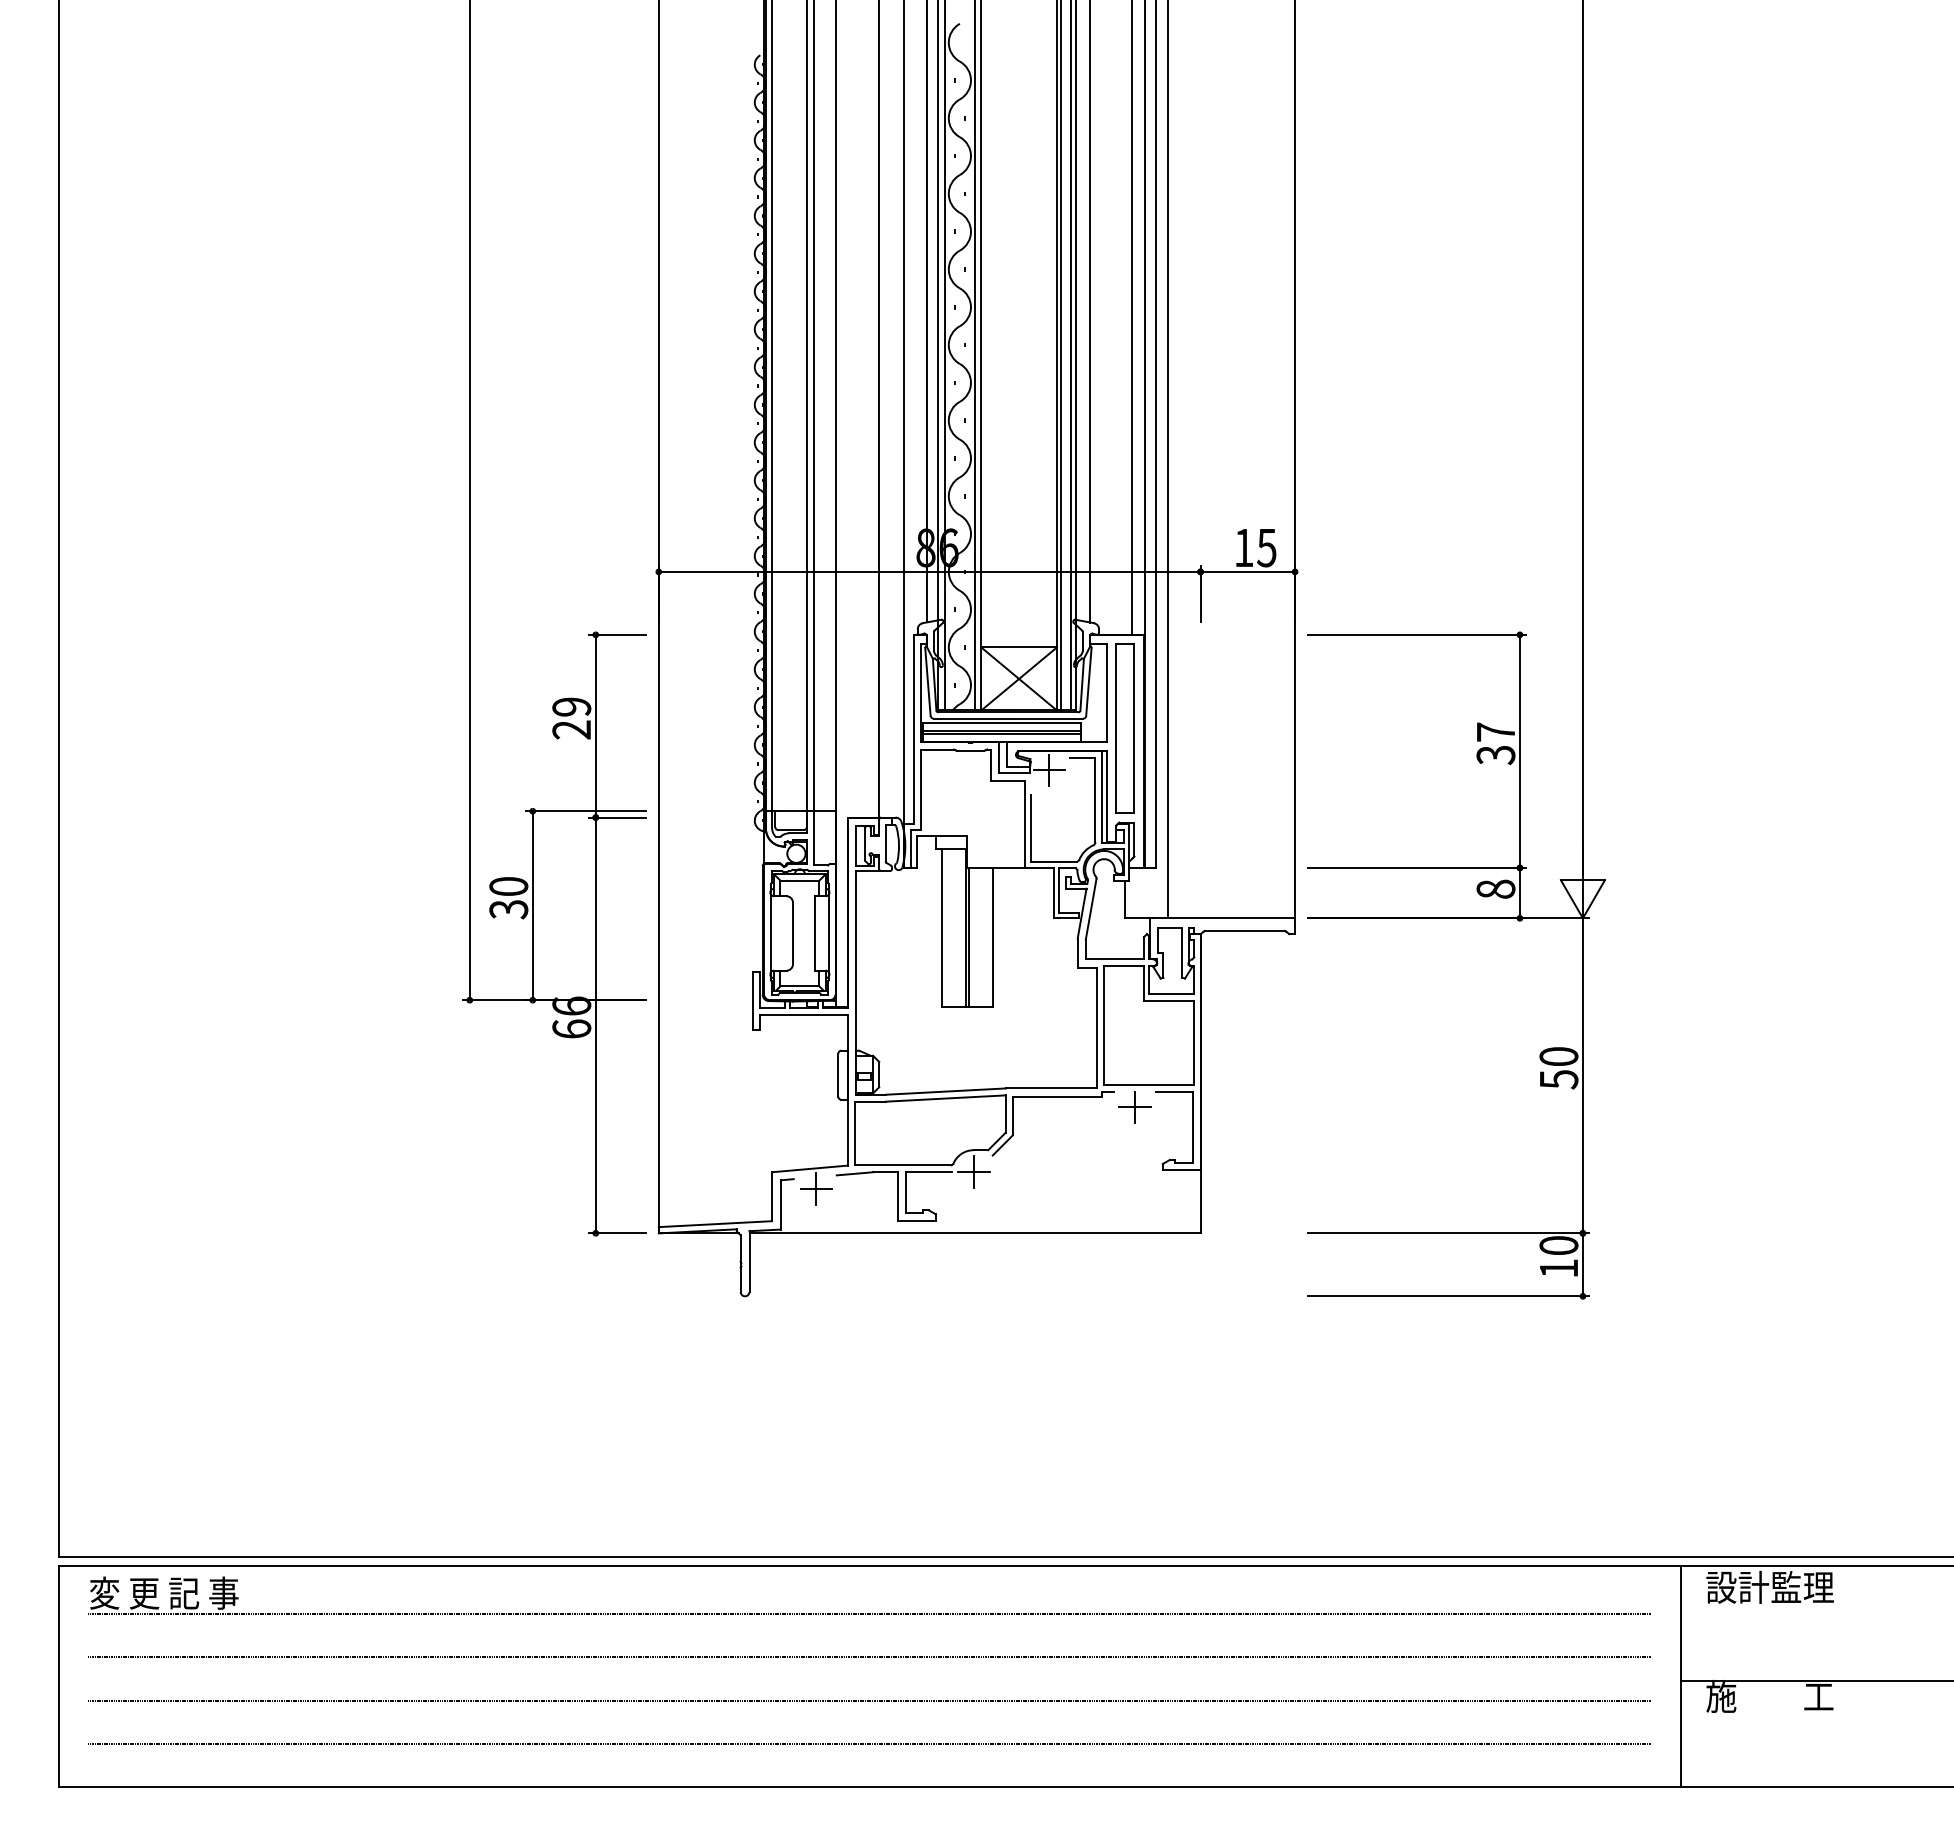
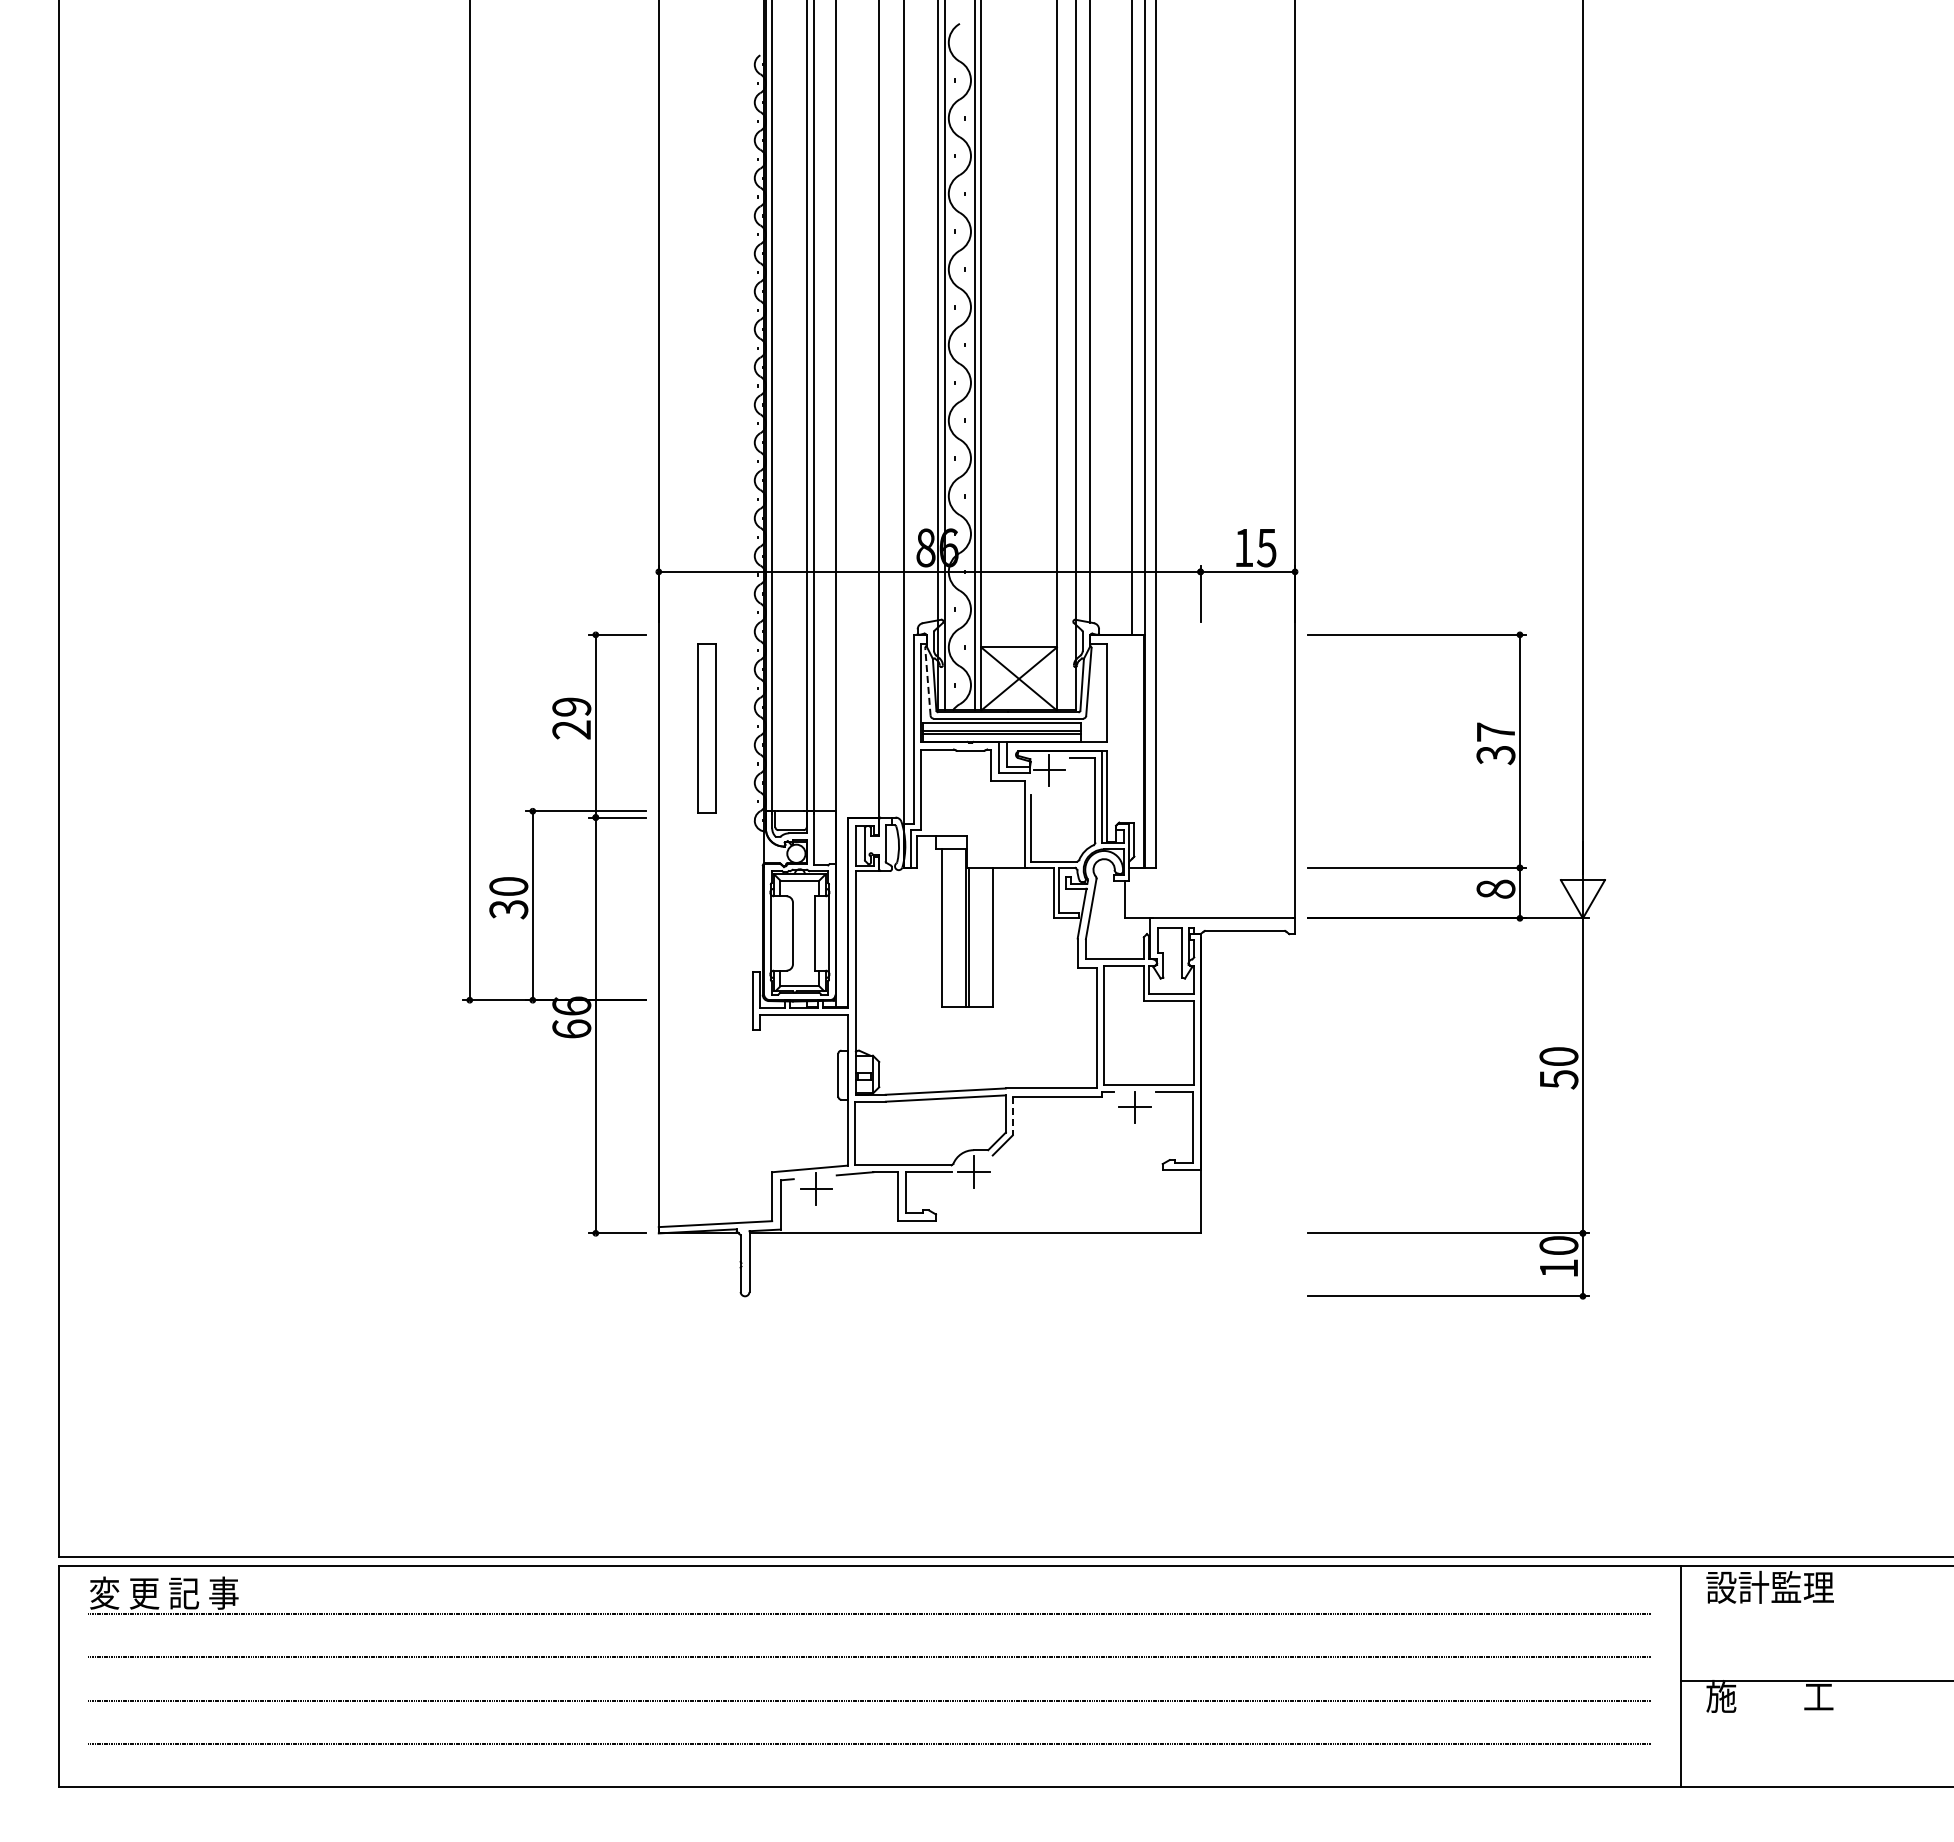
line at (926, 312): present -> none
line at (1061, 356): present -> none
line at (1071, 356): present -> none
line at (1167, 460): present -> none
line at (927, 682): solid -> dashed
part at (1124, 728) position: (1124, 728) -> (706, 728)
line at (1012, 1116): solid -> dashed
